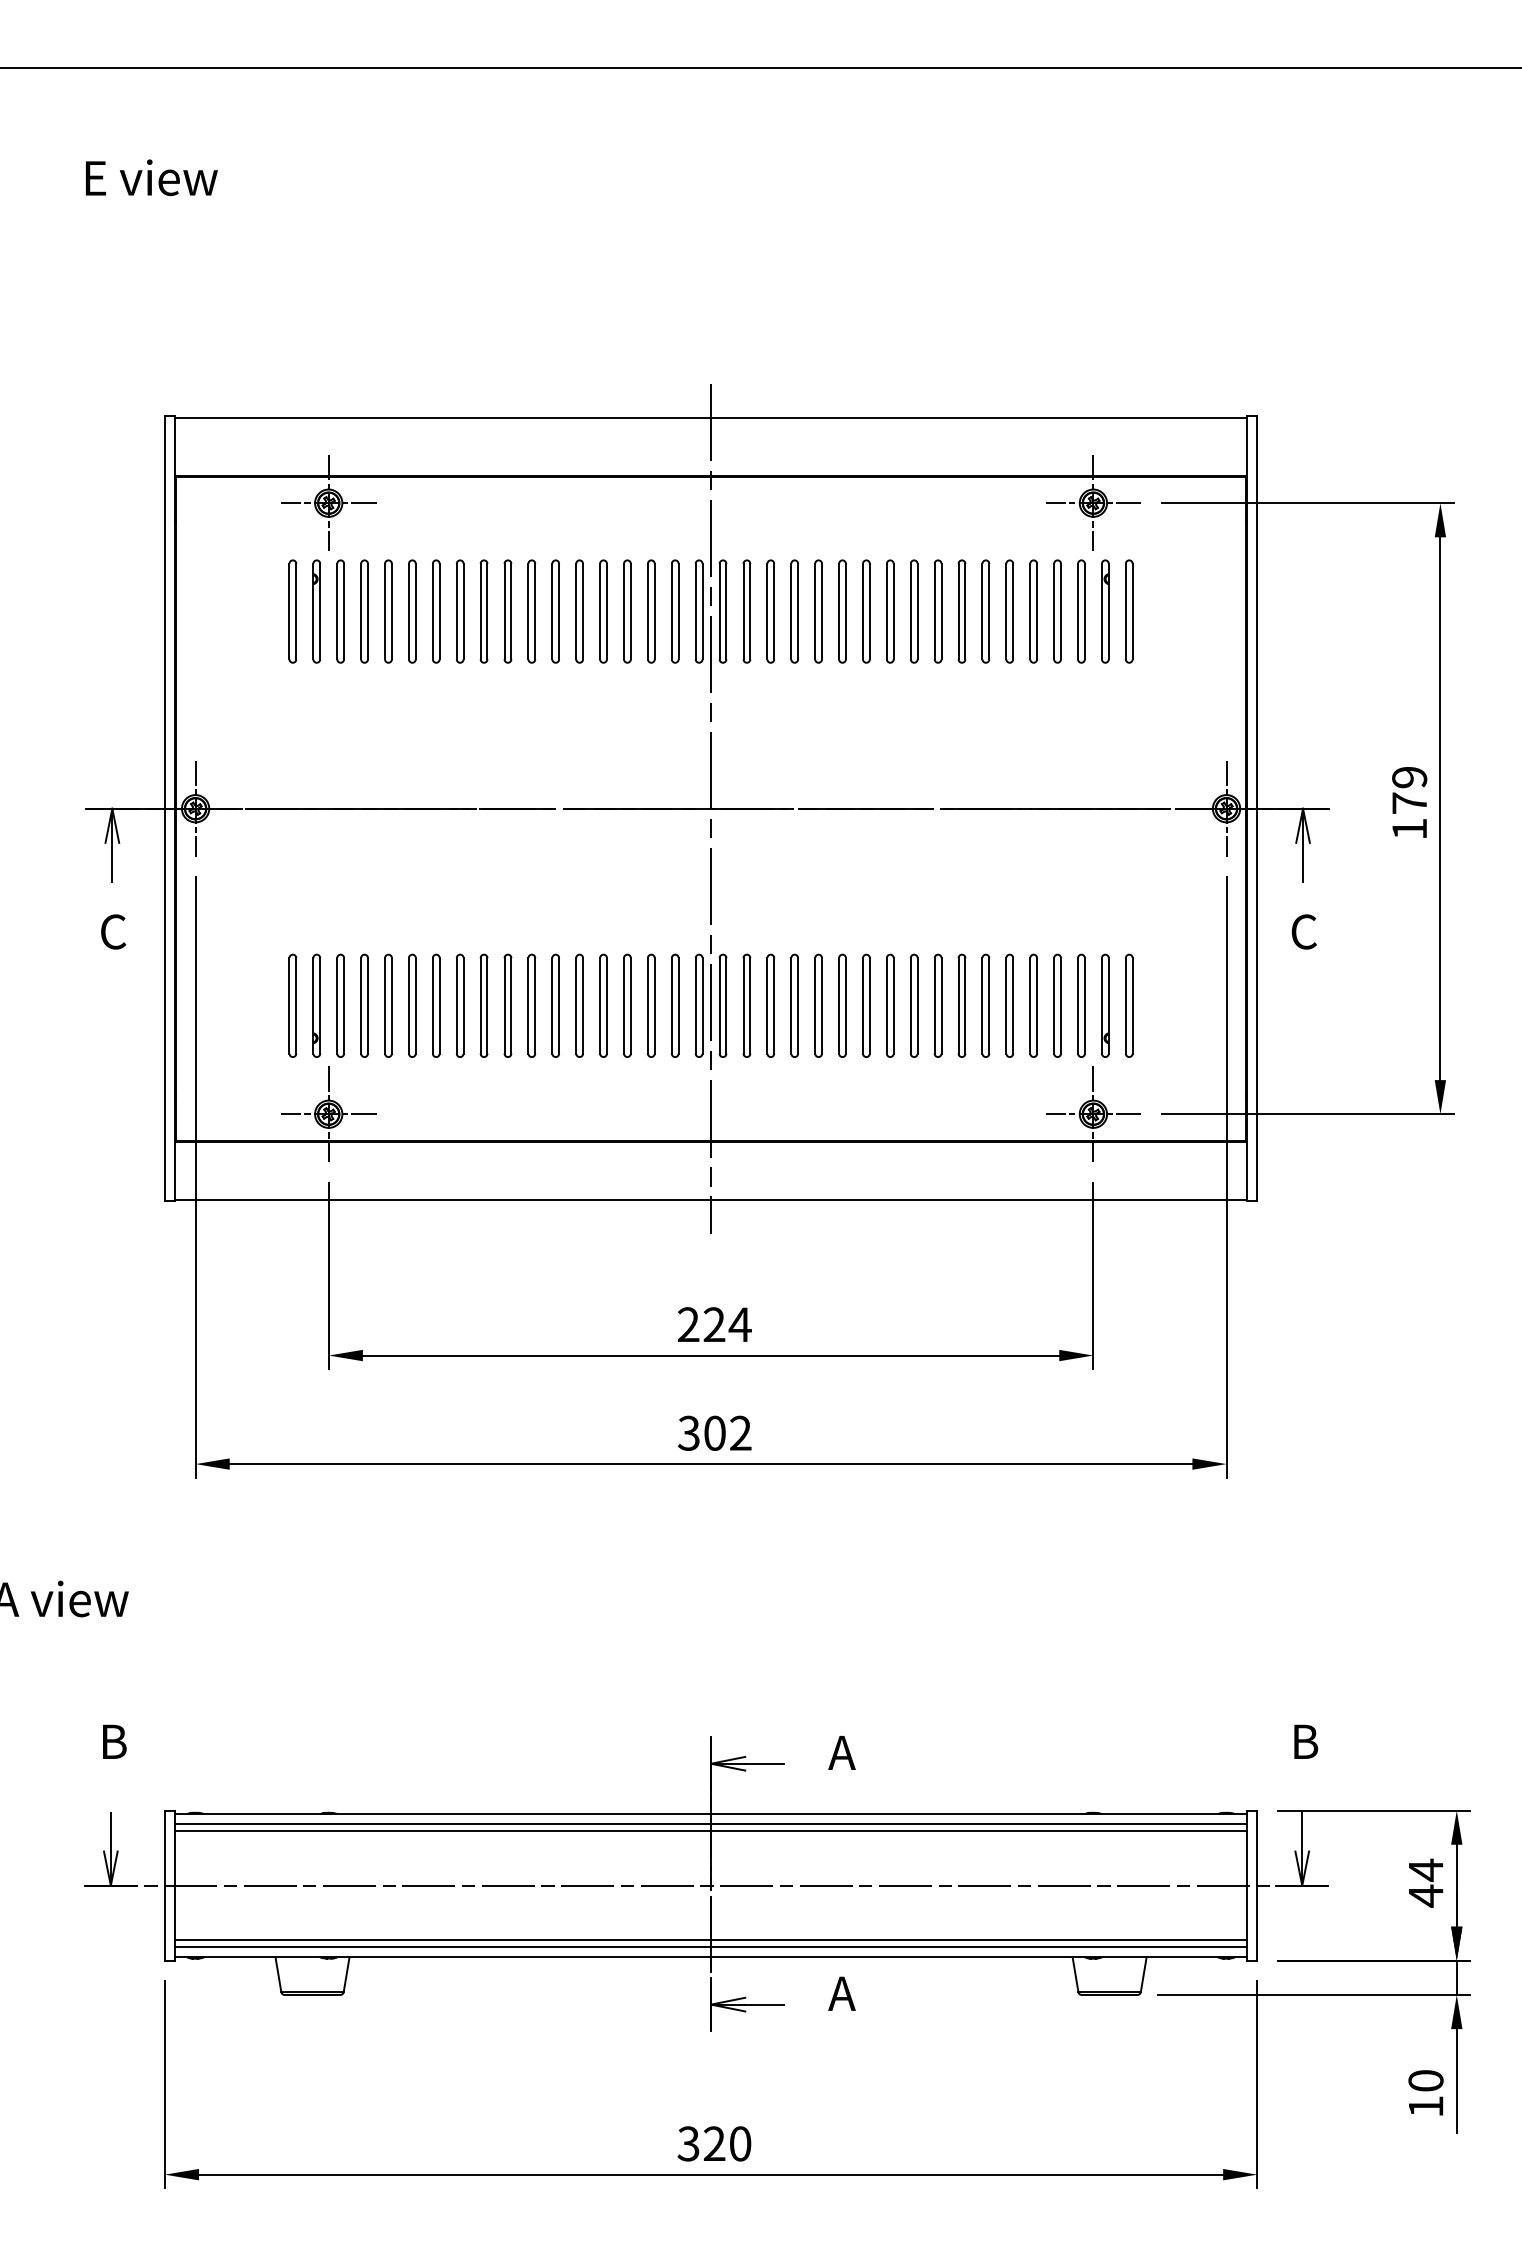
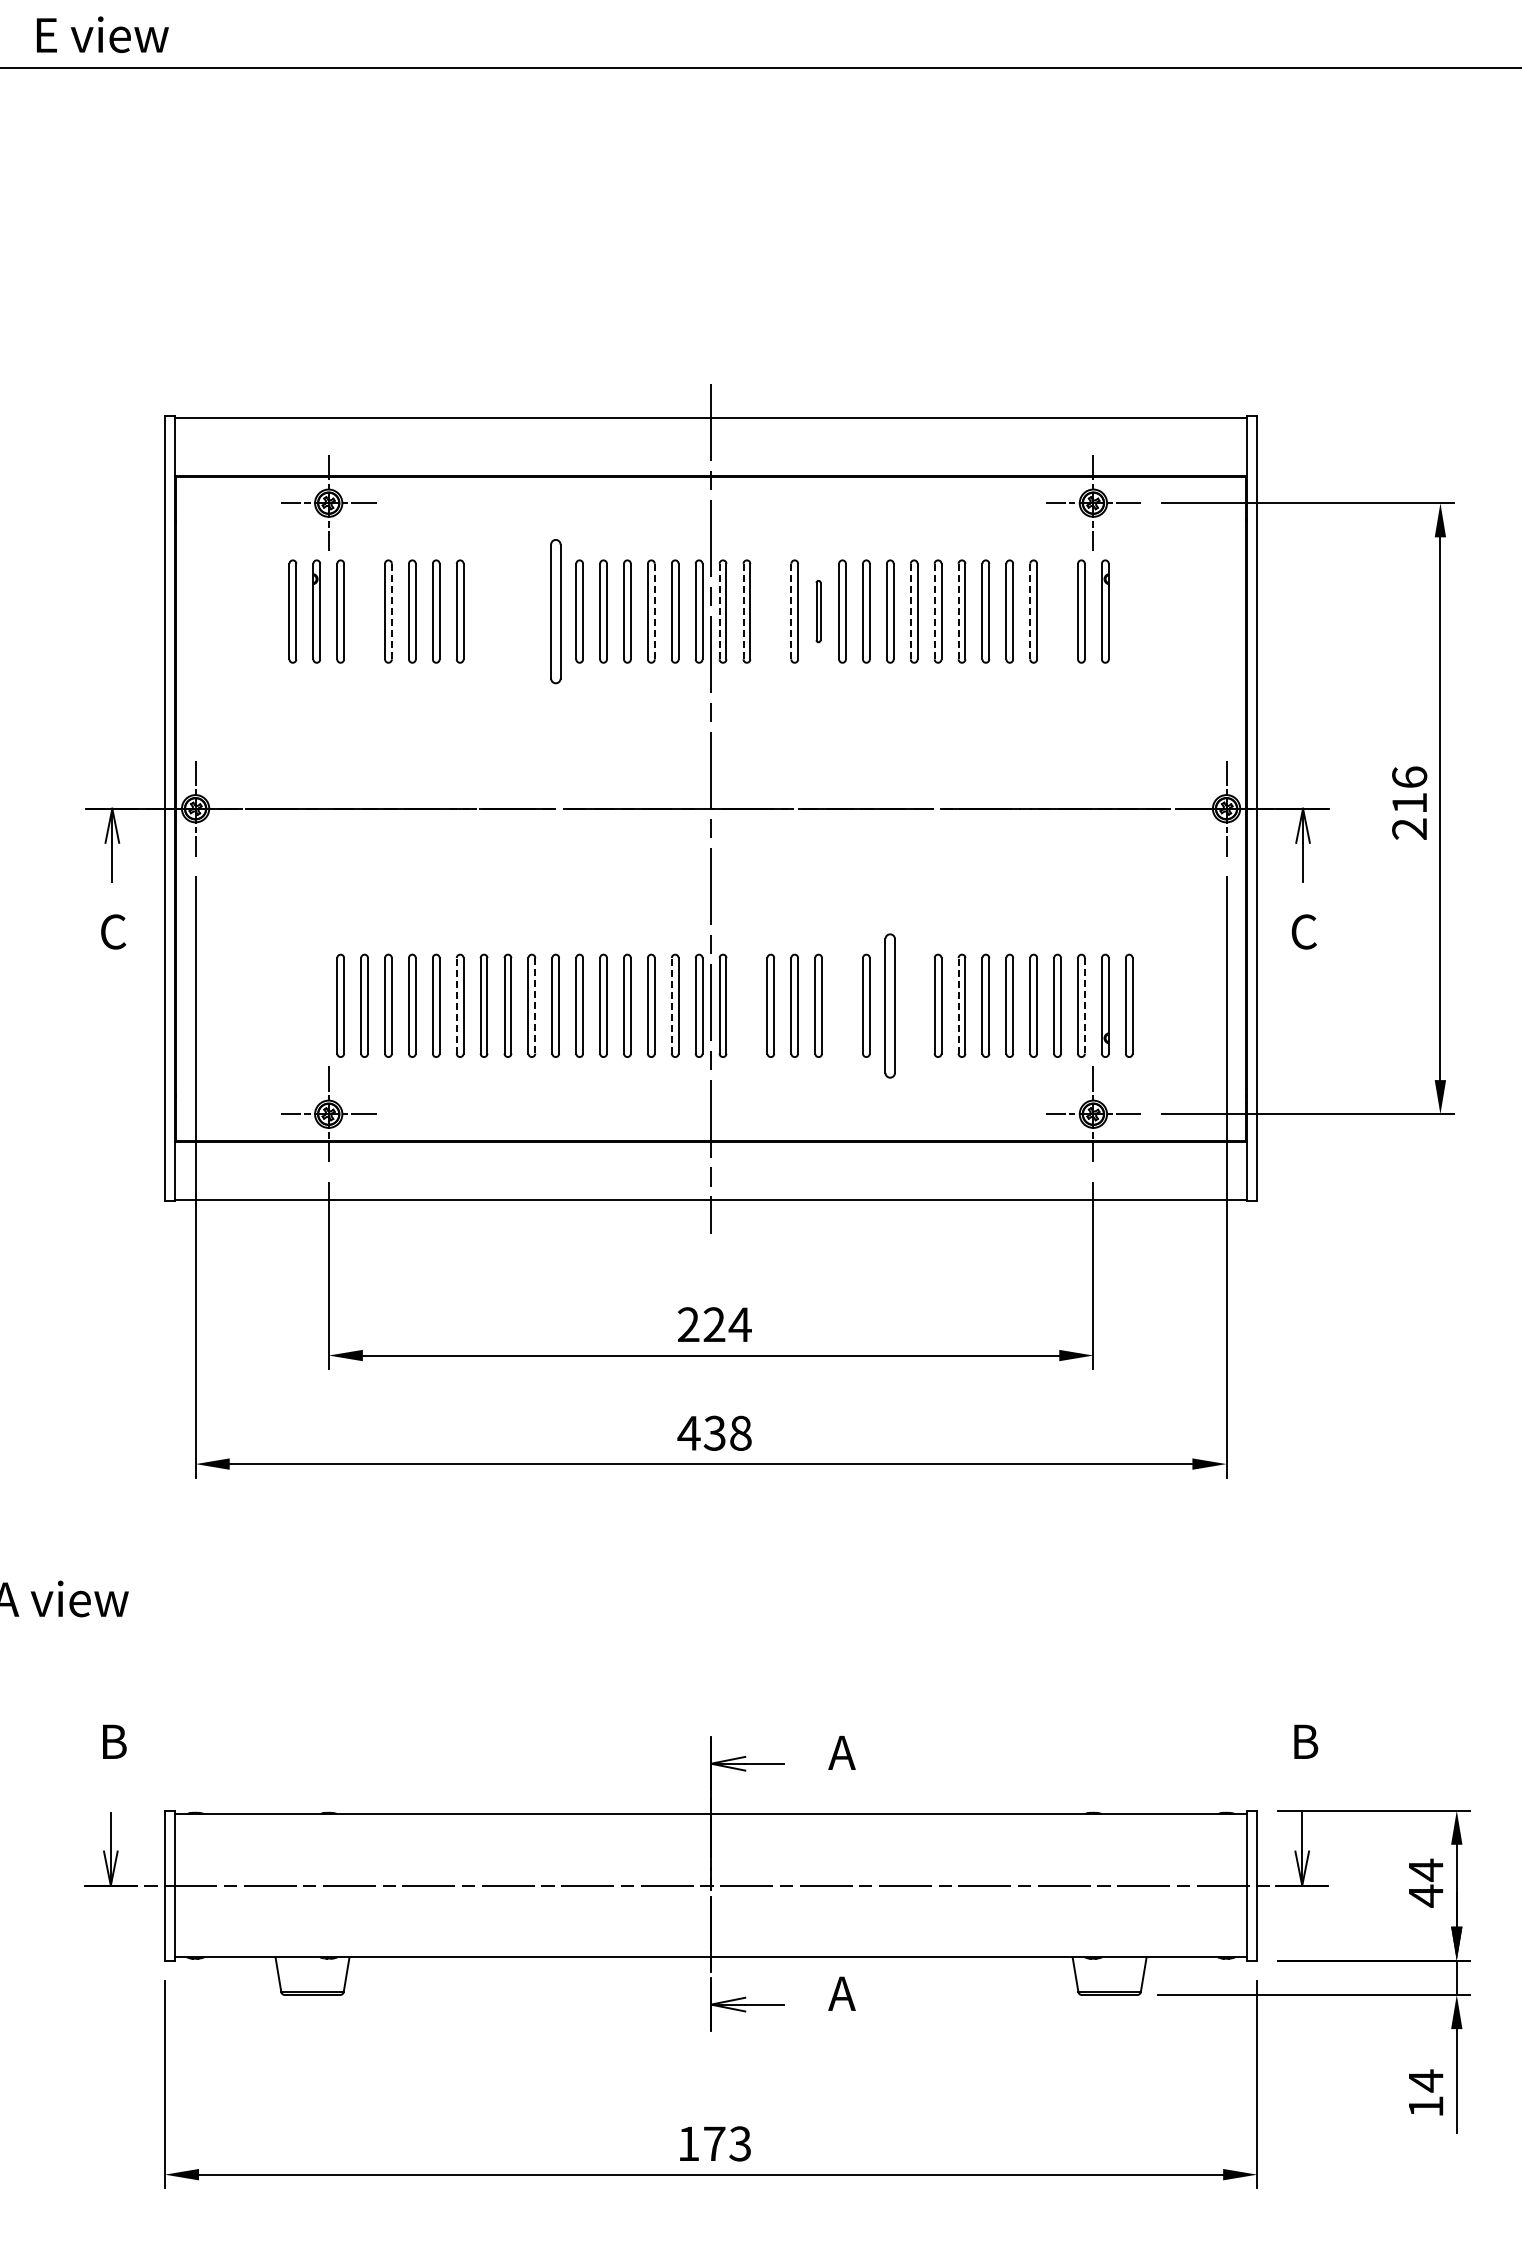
text at (151, 177) position: (151, 177) -> (102, 34)
part at (364, 611): present -> none
line at (391, 611): solid -> dashed
part at (483, 611): present -> none
part at (507, 611): present -> none
part at (531, 611): present -> none
part at (555, 611) size: 9x105 px -> 12x146 px
line at (654, 611): solid -> dashed
line at (719, 611): solid -> dashed
line at (743, 611): solid -> dashed
part at (770, 611): present -> none
line at (791, 611): solid -> dashed
part at (818, 611) size: 9x105 px -> 7x64 px
line at (910, 611): solid -> dashed
line at (934, 611): solid -> dashed
line at (958, 611): solid -> dashed
line at (1030, 611): solid -> dashed
part at (1057, 611): present -> none
part at (1129, 611): present -> none
text at (1409, 802): 179 -> 216
part at (292, 1005): present -> none
part at (316, 1005): present -> none
line at (456, 1005): solid -> dashed
line at (535, 1005): solid -> dashed
line at (671, 1005): solid -> dashed
part at (746, 1005): present -> none
part at (842, 1005): present -> none
part at (890, 1005) size: 9x105 px -> 12x146 px
part at (913, 1005): present -> none
line at (958, 1005): solid -> dashed
line at (1084, 1005): solid -> dashed
text at (714, 1432): 302 -> 438
line at (711, 1824): present -> none
line at (711, 1831): present -> none
line at (711, 1940): present -> none
line at (711, 1947): present -> none
text at (1425, 2080): 10 -> 14
text at (714, 2143): 320 -> 173
